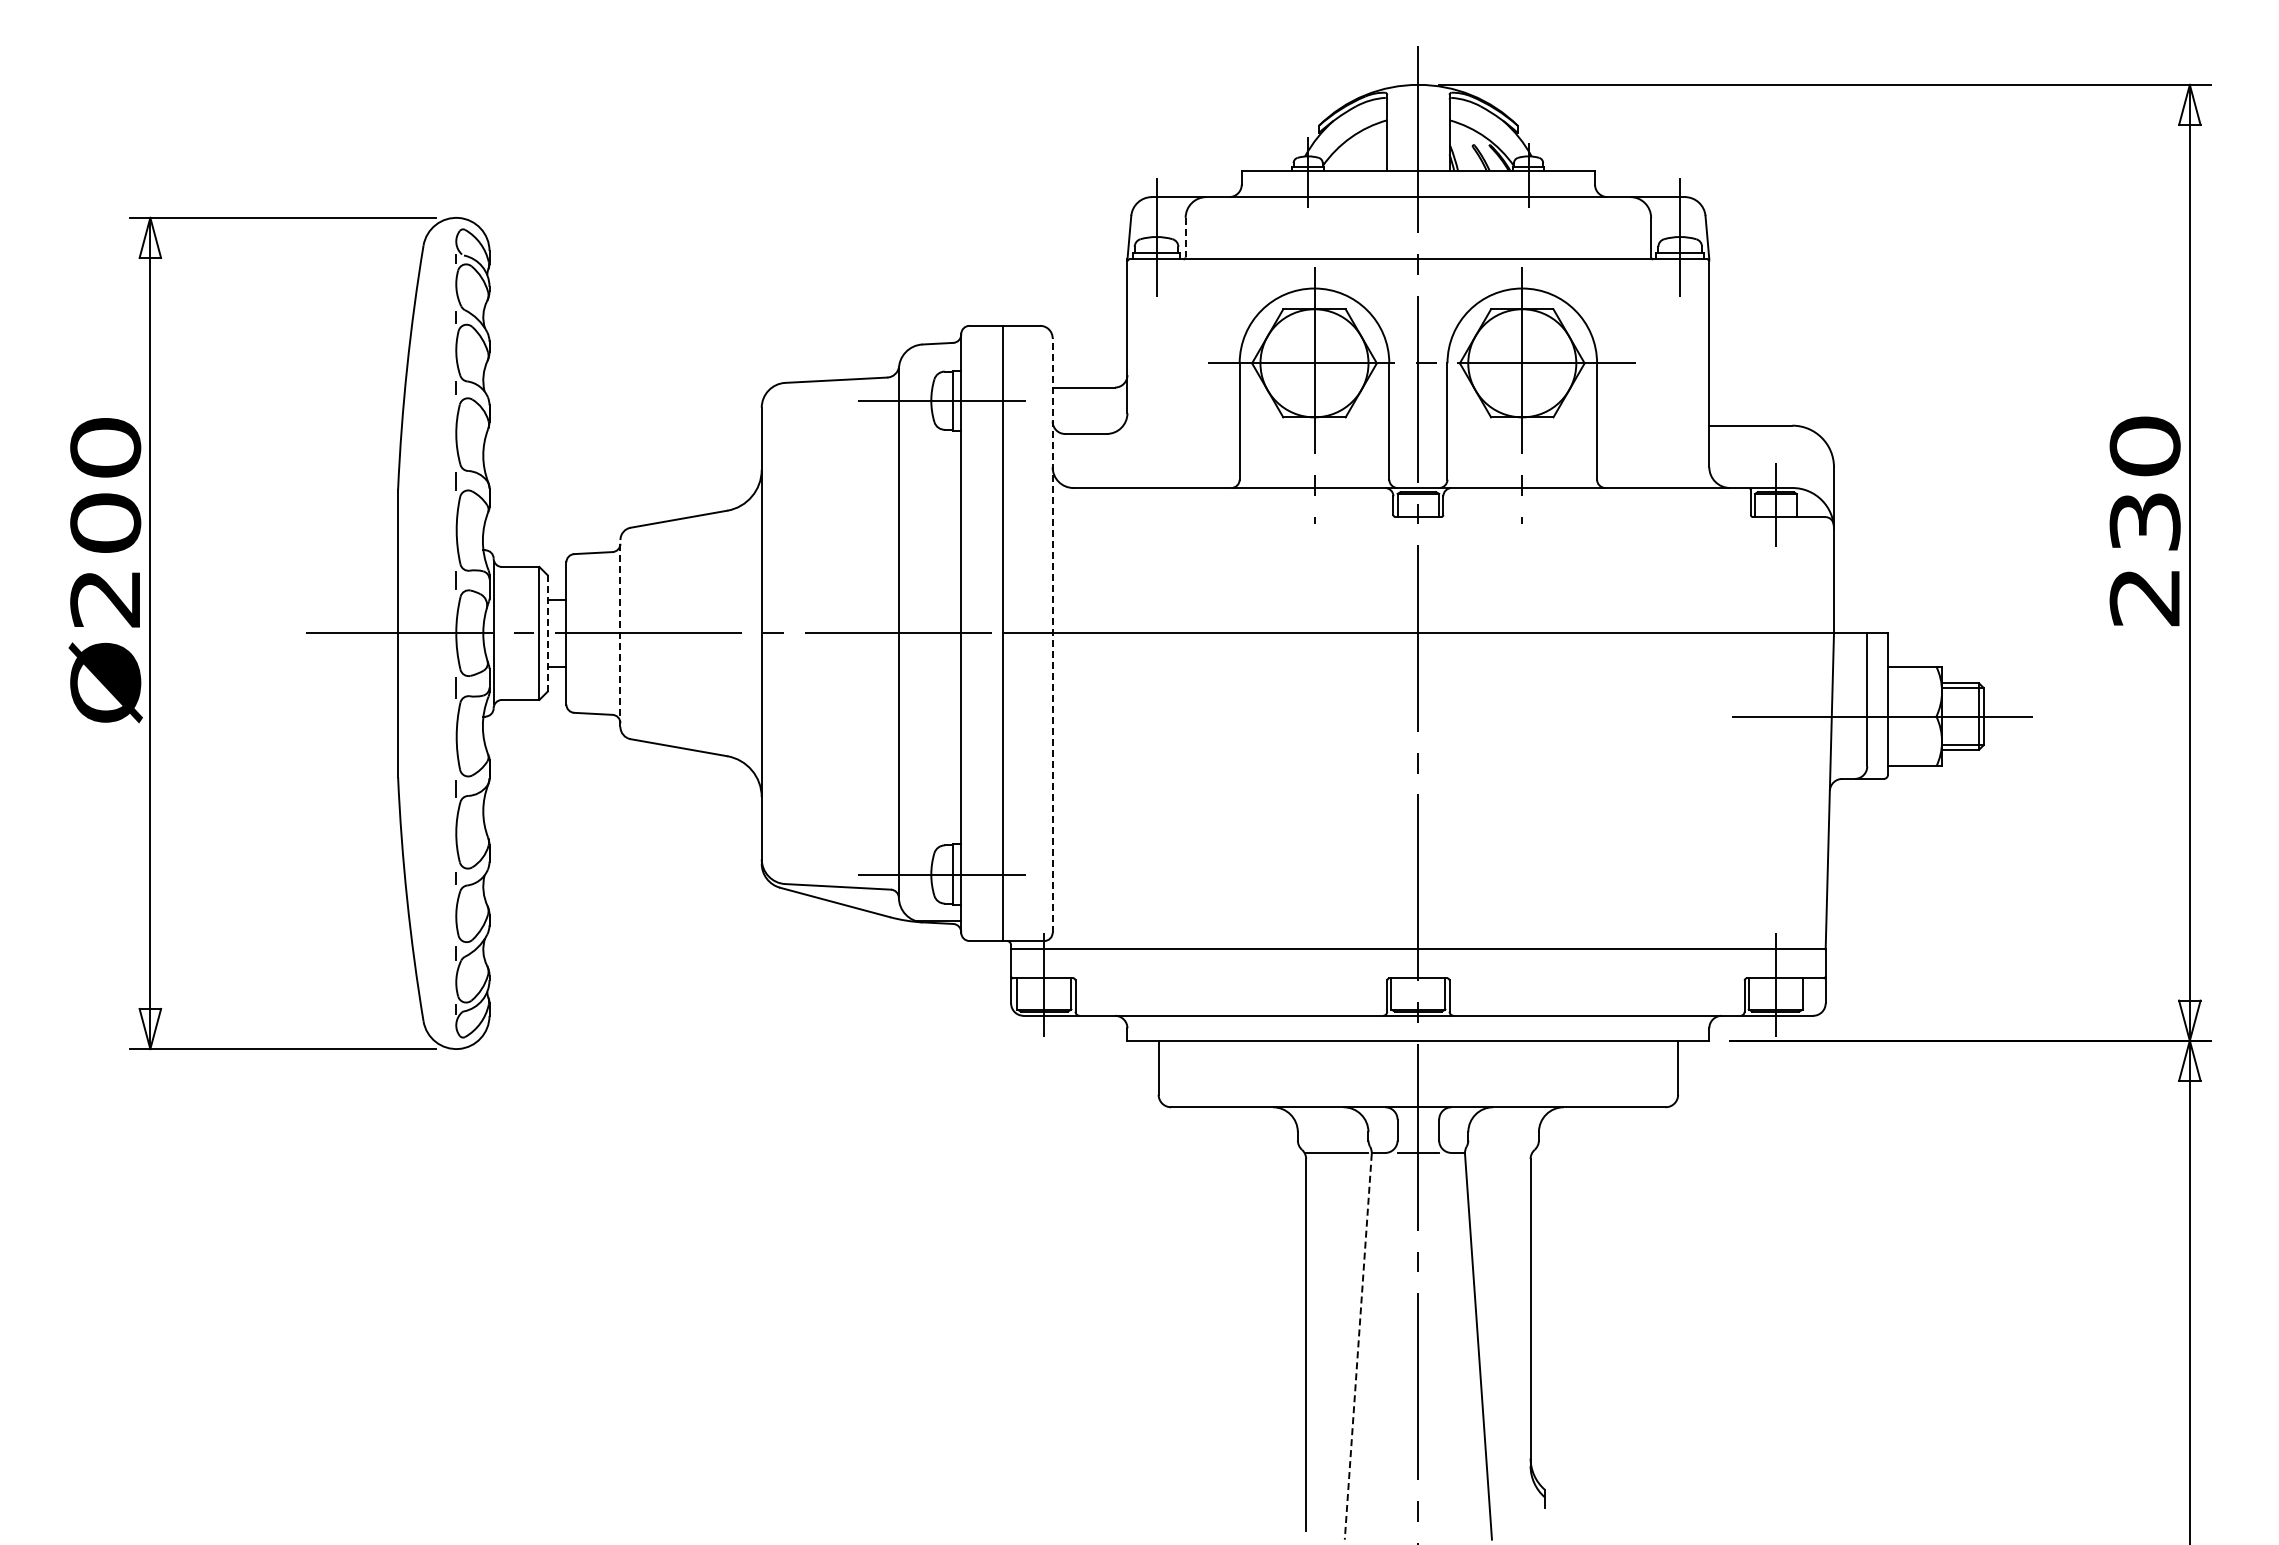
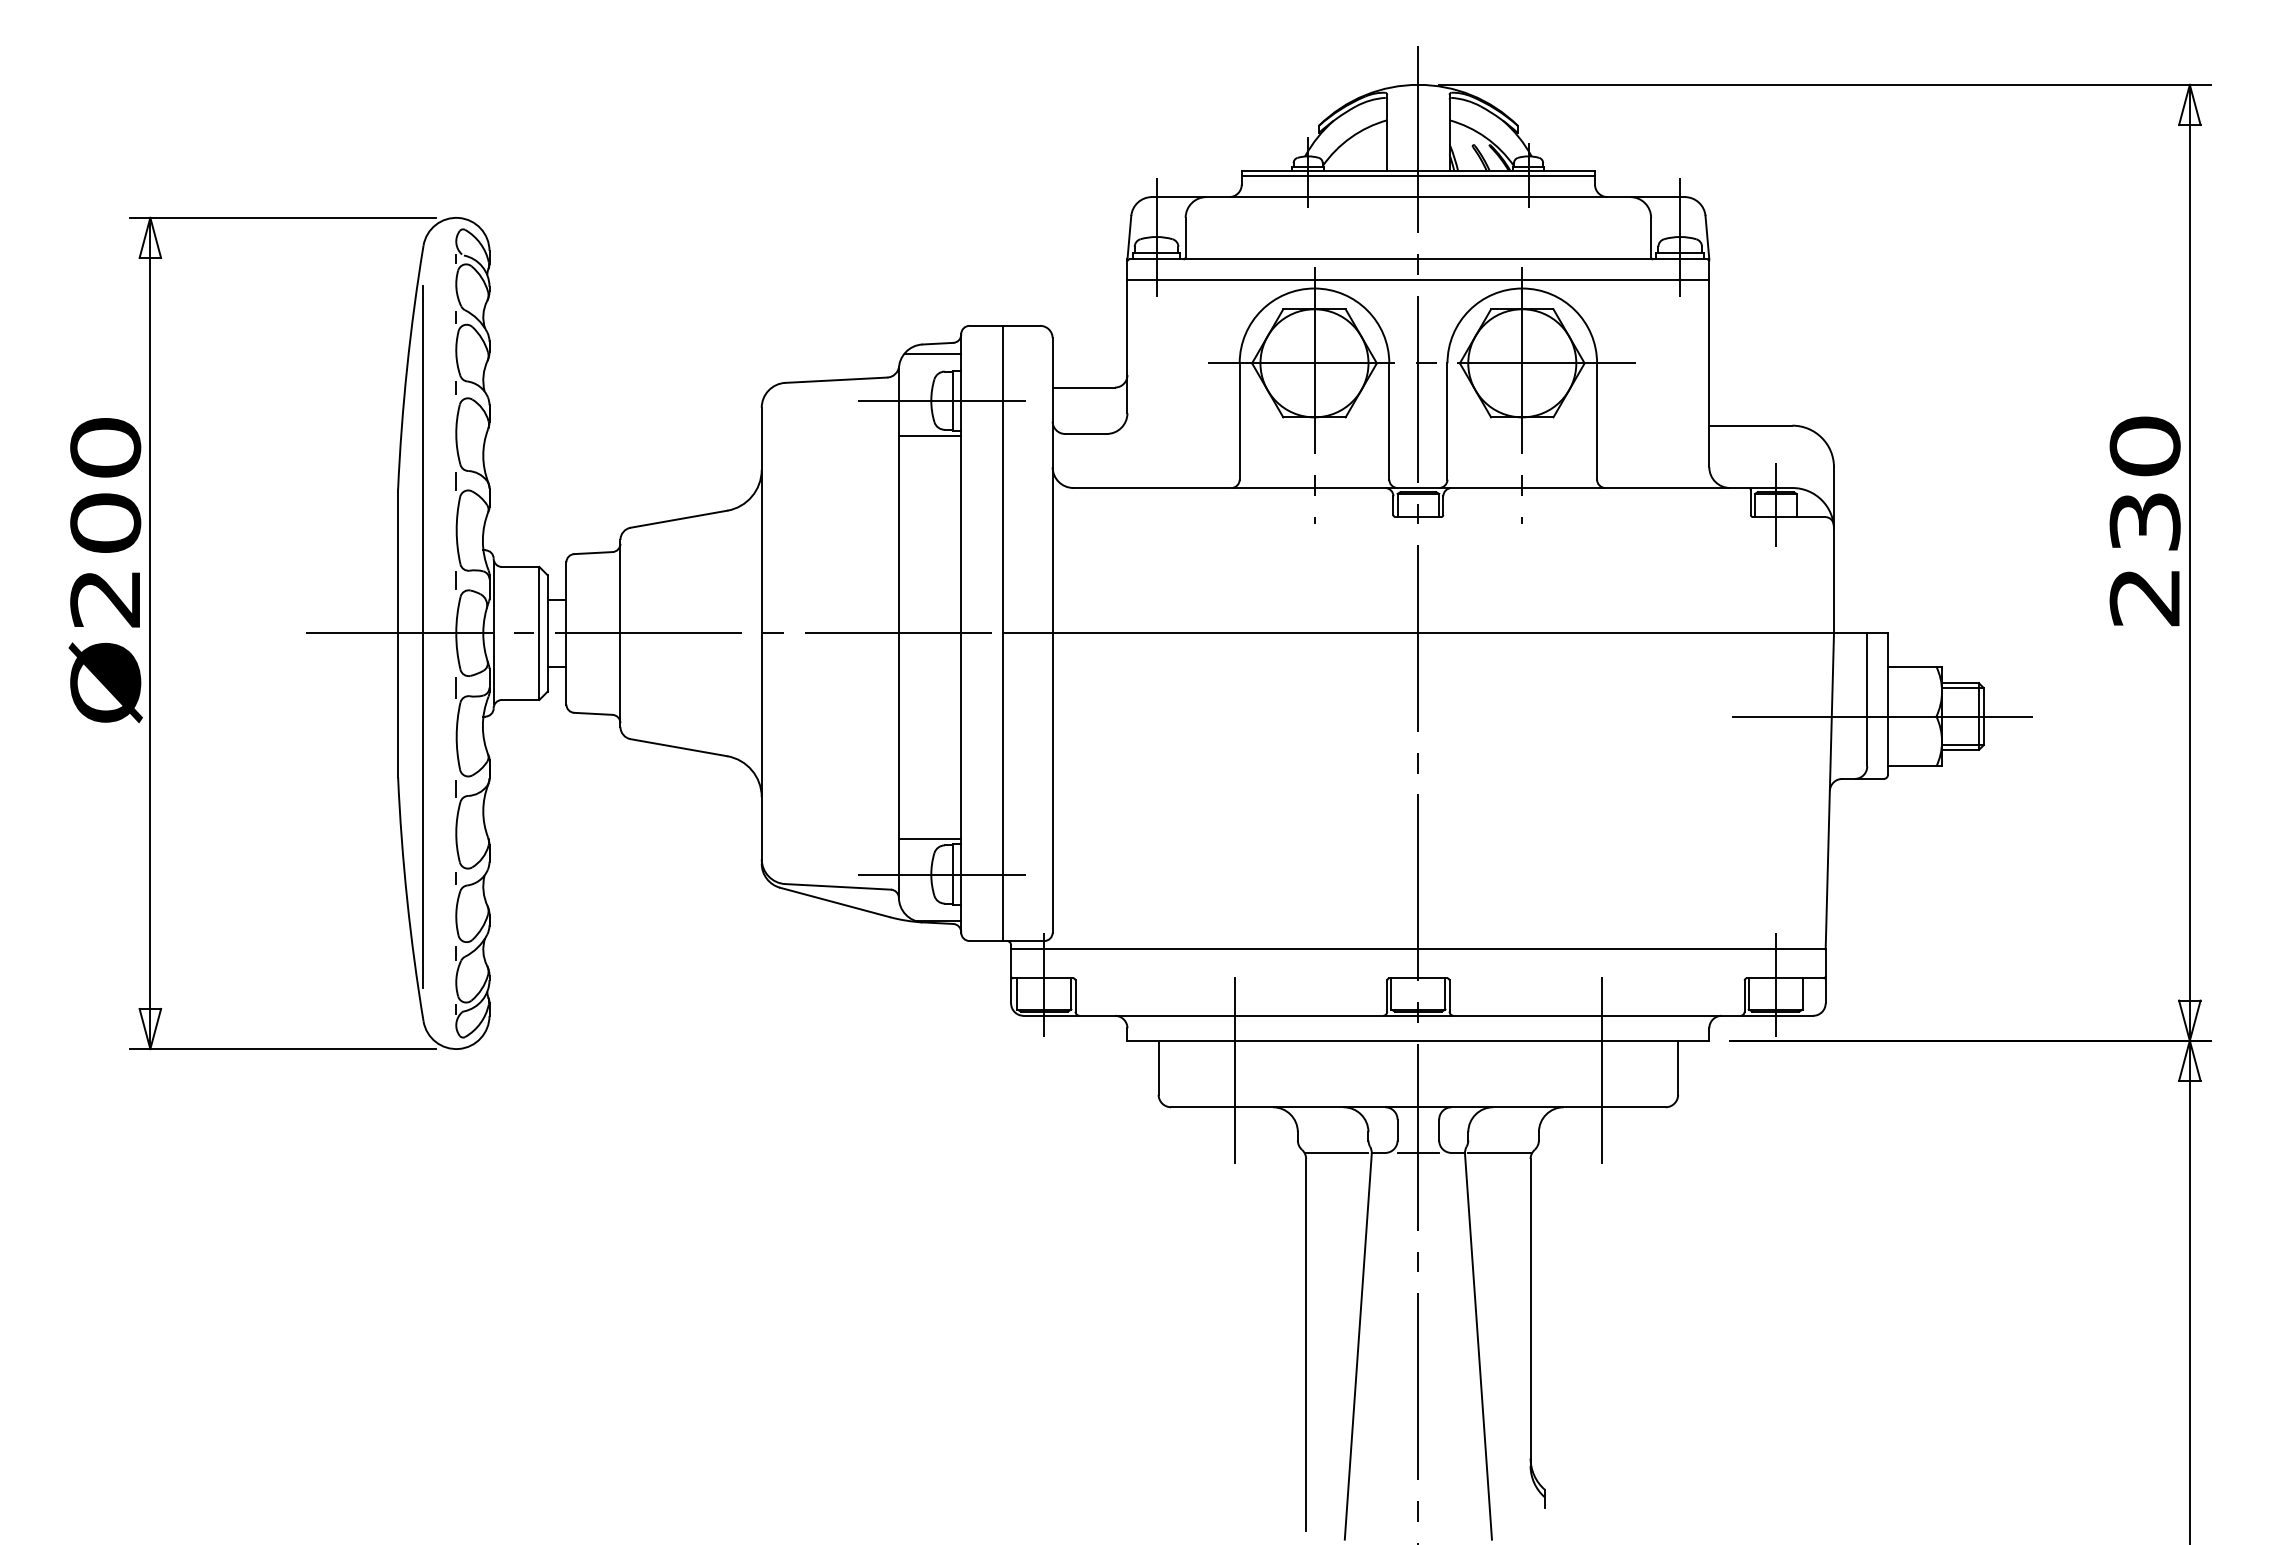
line at (1418, 176): none -> present
line at (1185, 237): dashed -> solid
line at (1418, 280): none -> present
line at (932, 353): none -> present
line at (929, 436): none -> present
line at (620, 632): dashed -> solid
line at (547, 633): dashed -> solid
line at (1052, 635): dashed -> solid
line at (423, 636): none -> present
line at (929, 839): none -> present
line at (1234, 1076): none -> present
line at (1602, 1076): none -> present
line at (1499, 1152): none -> present
line at (1358, 1347): dashed -> solid
